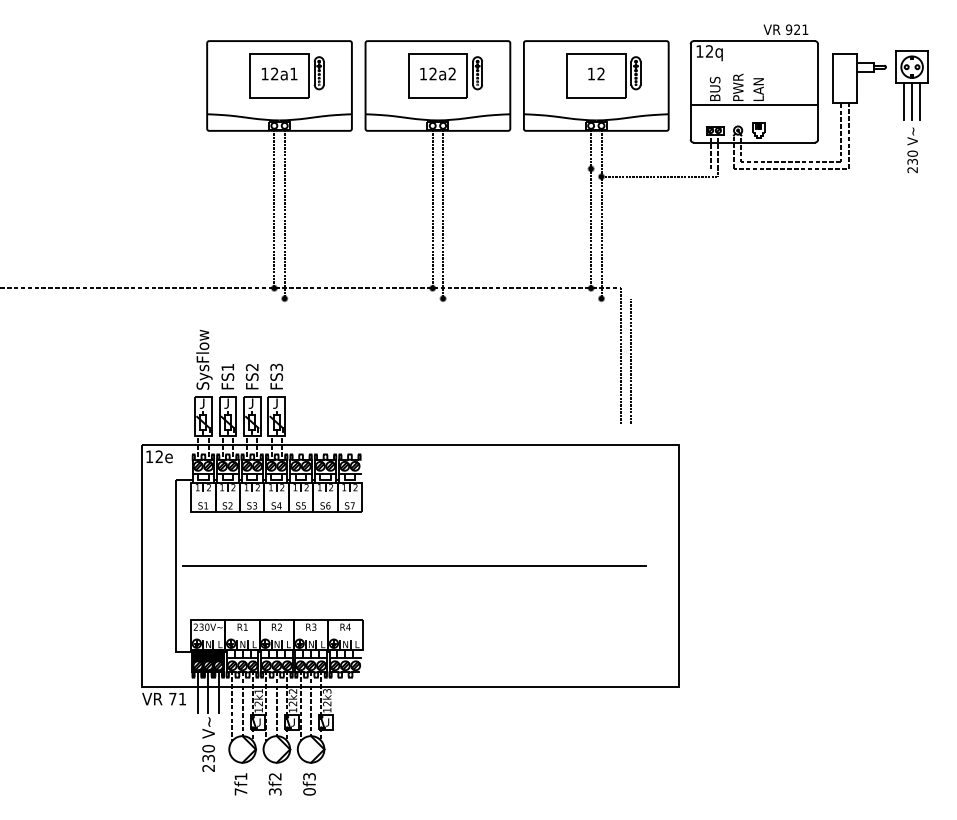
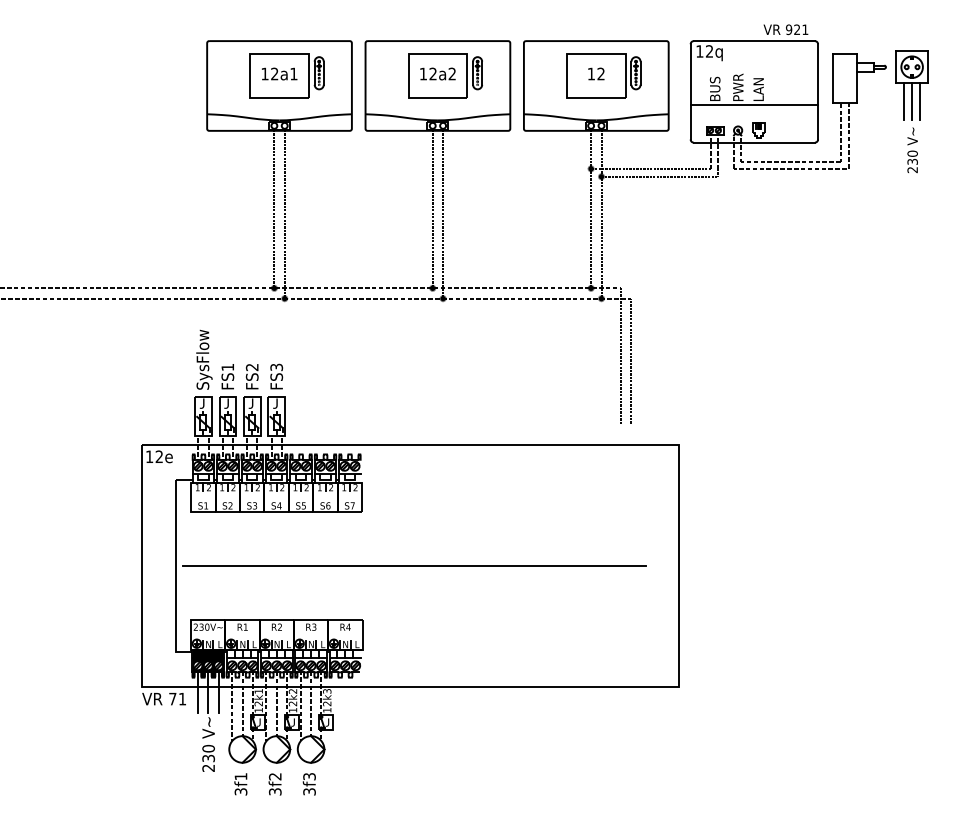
line at (650, 168): none -> present
line at (316, 298): none -> present
text at (240, 791): 7f1 -> 3f1
text at (309, 791): 0f3 -> 3f3
